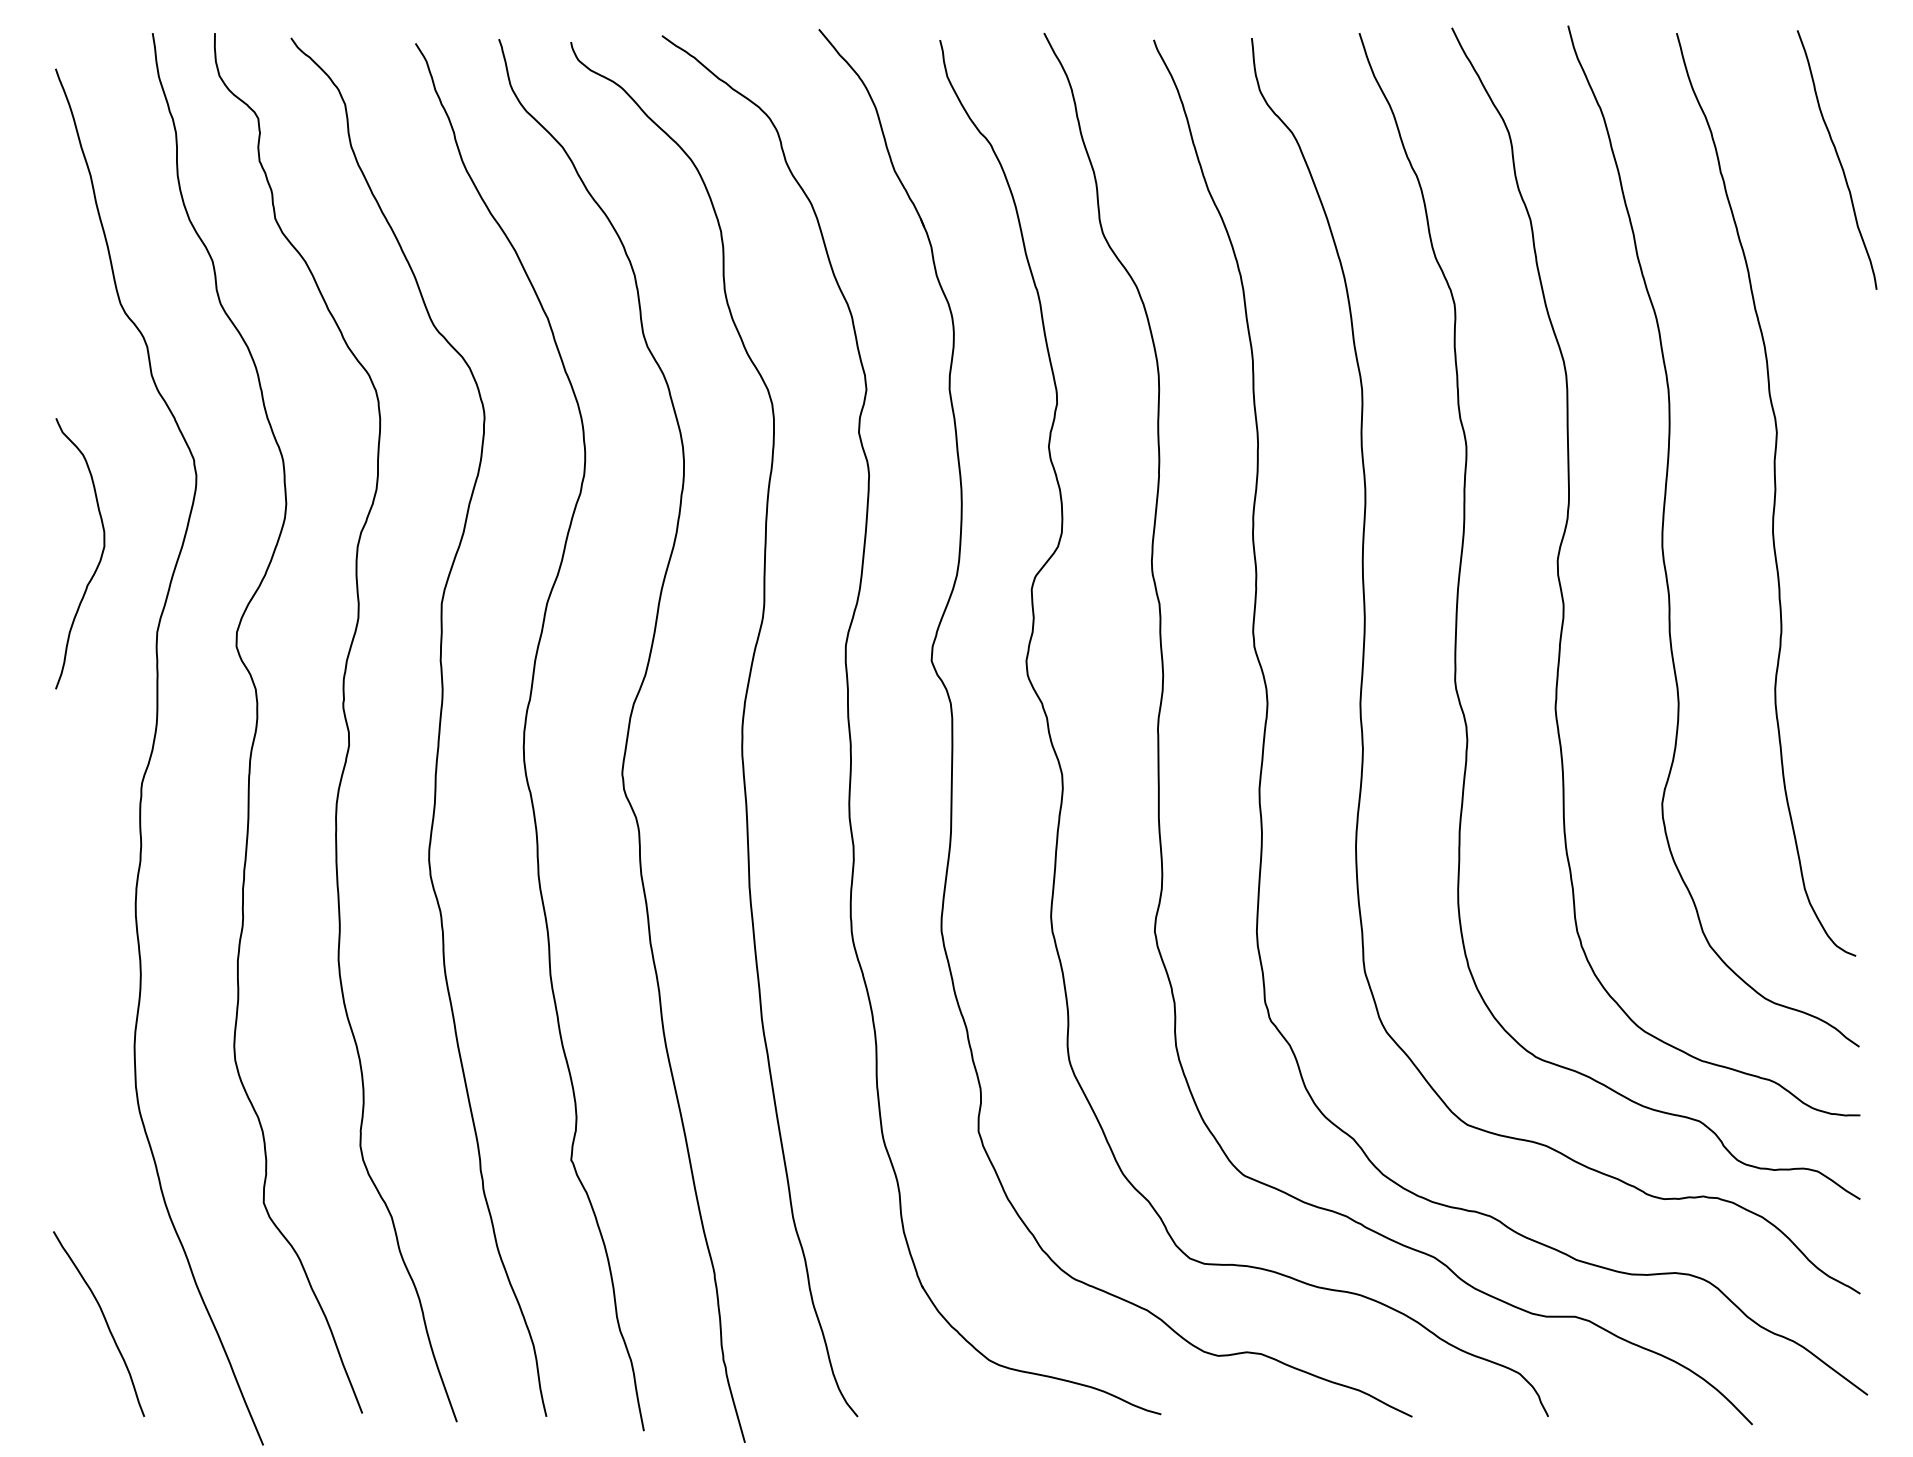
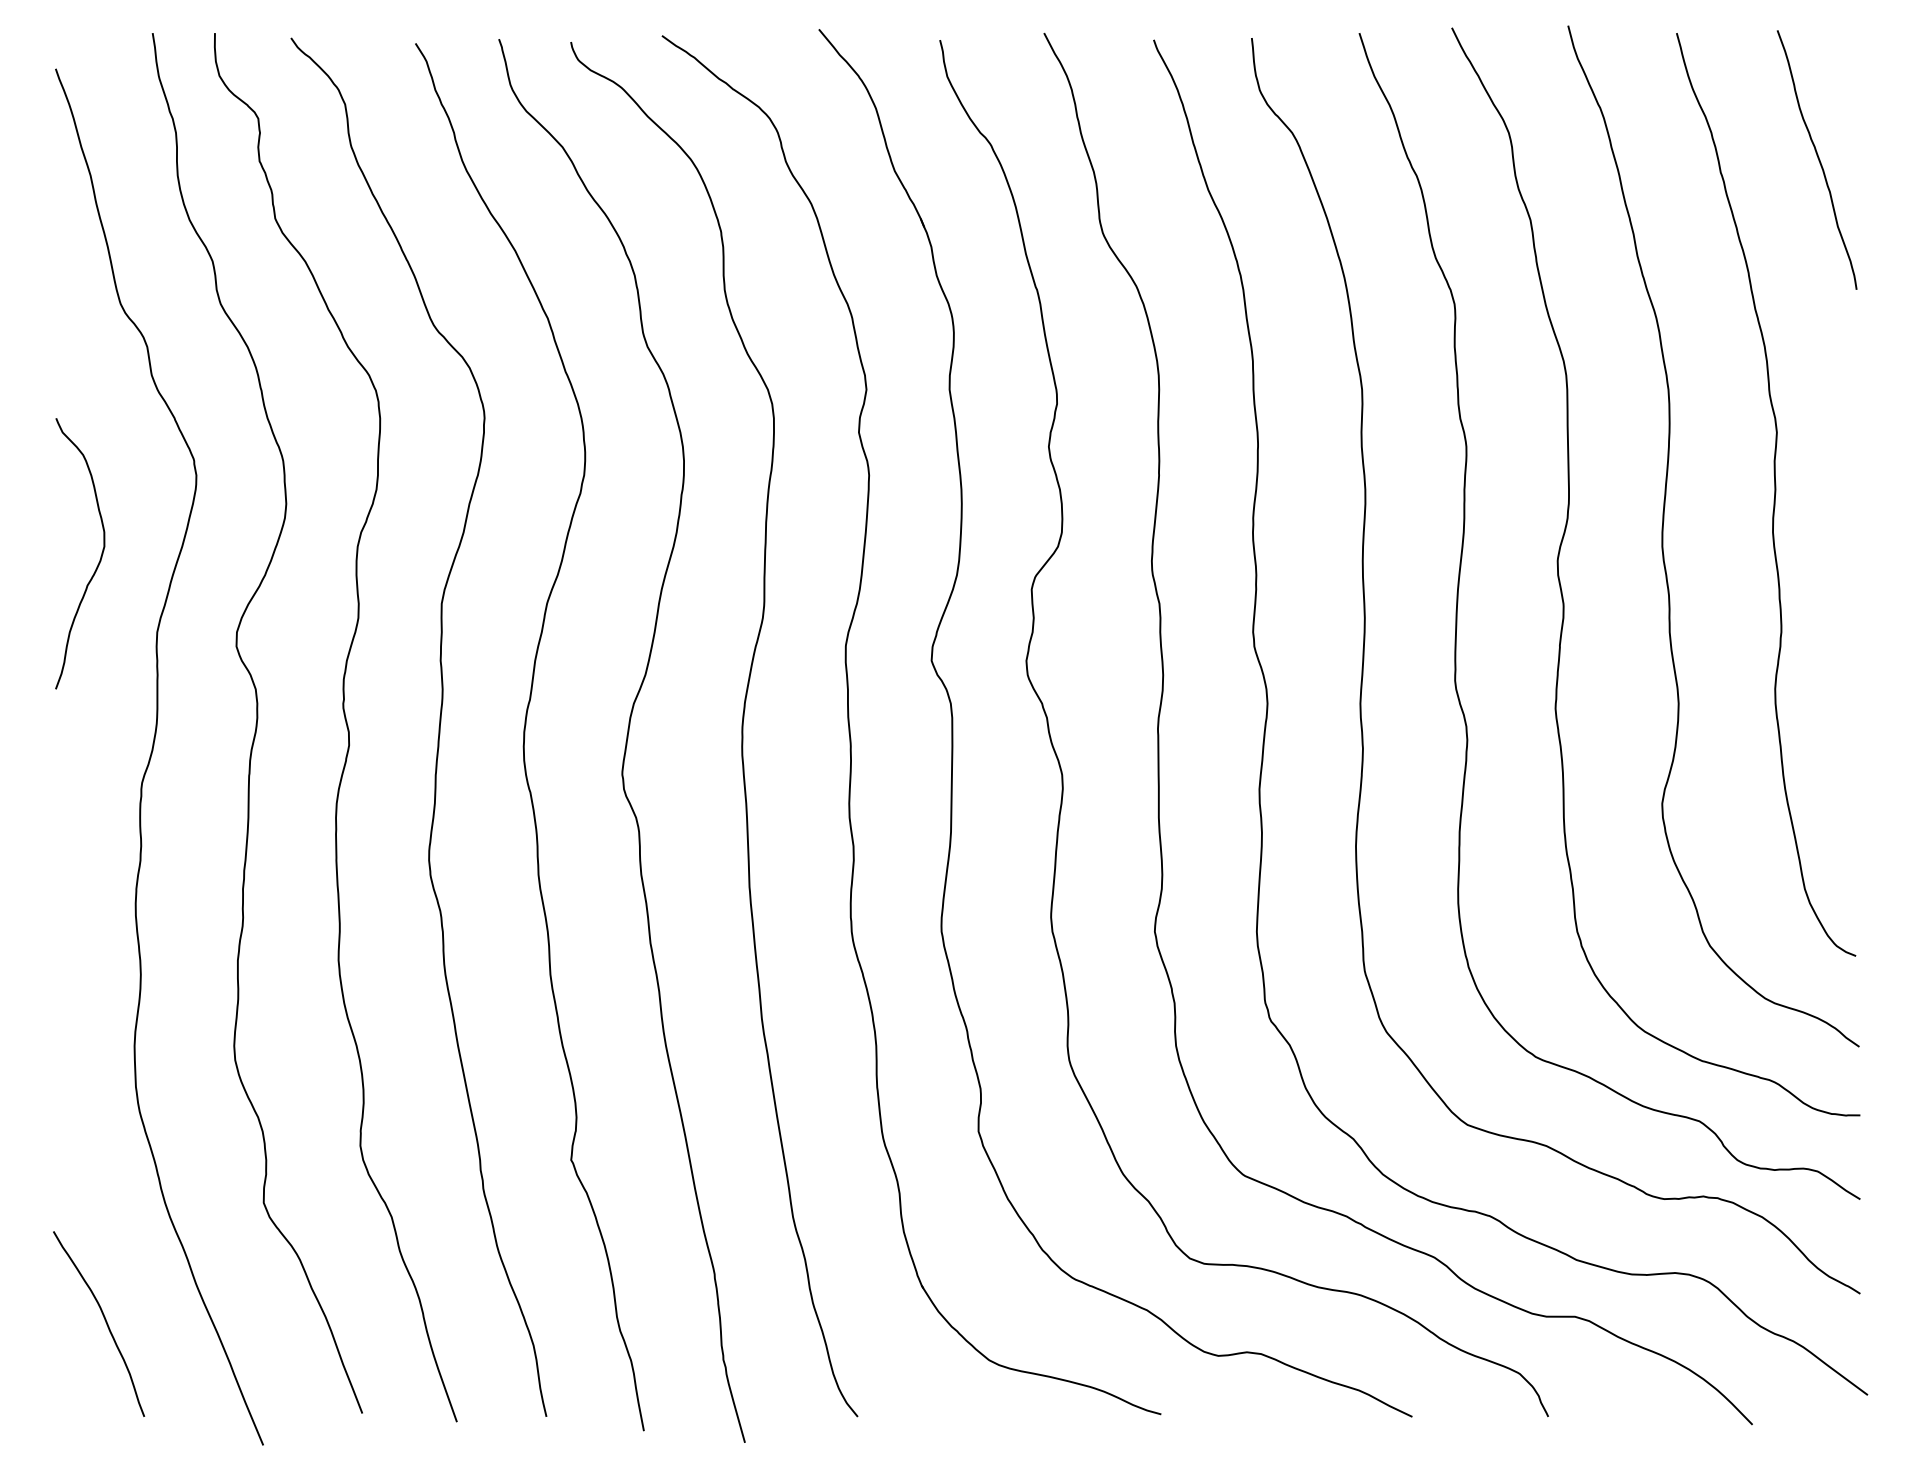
curve at (1837, 158) position: (1837, 158) -> (1817, 158)
